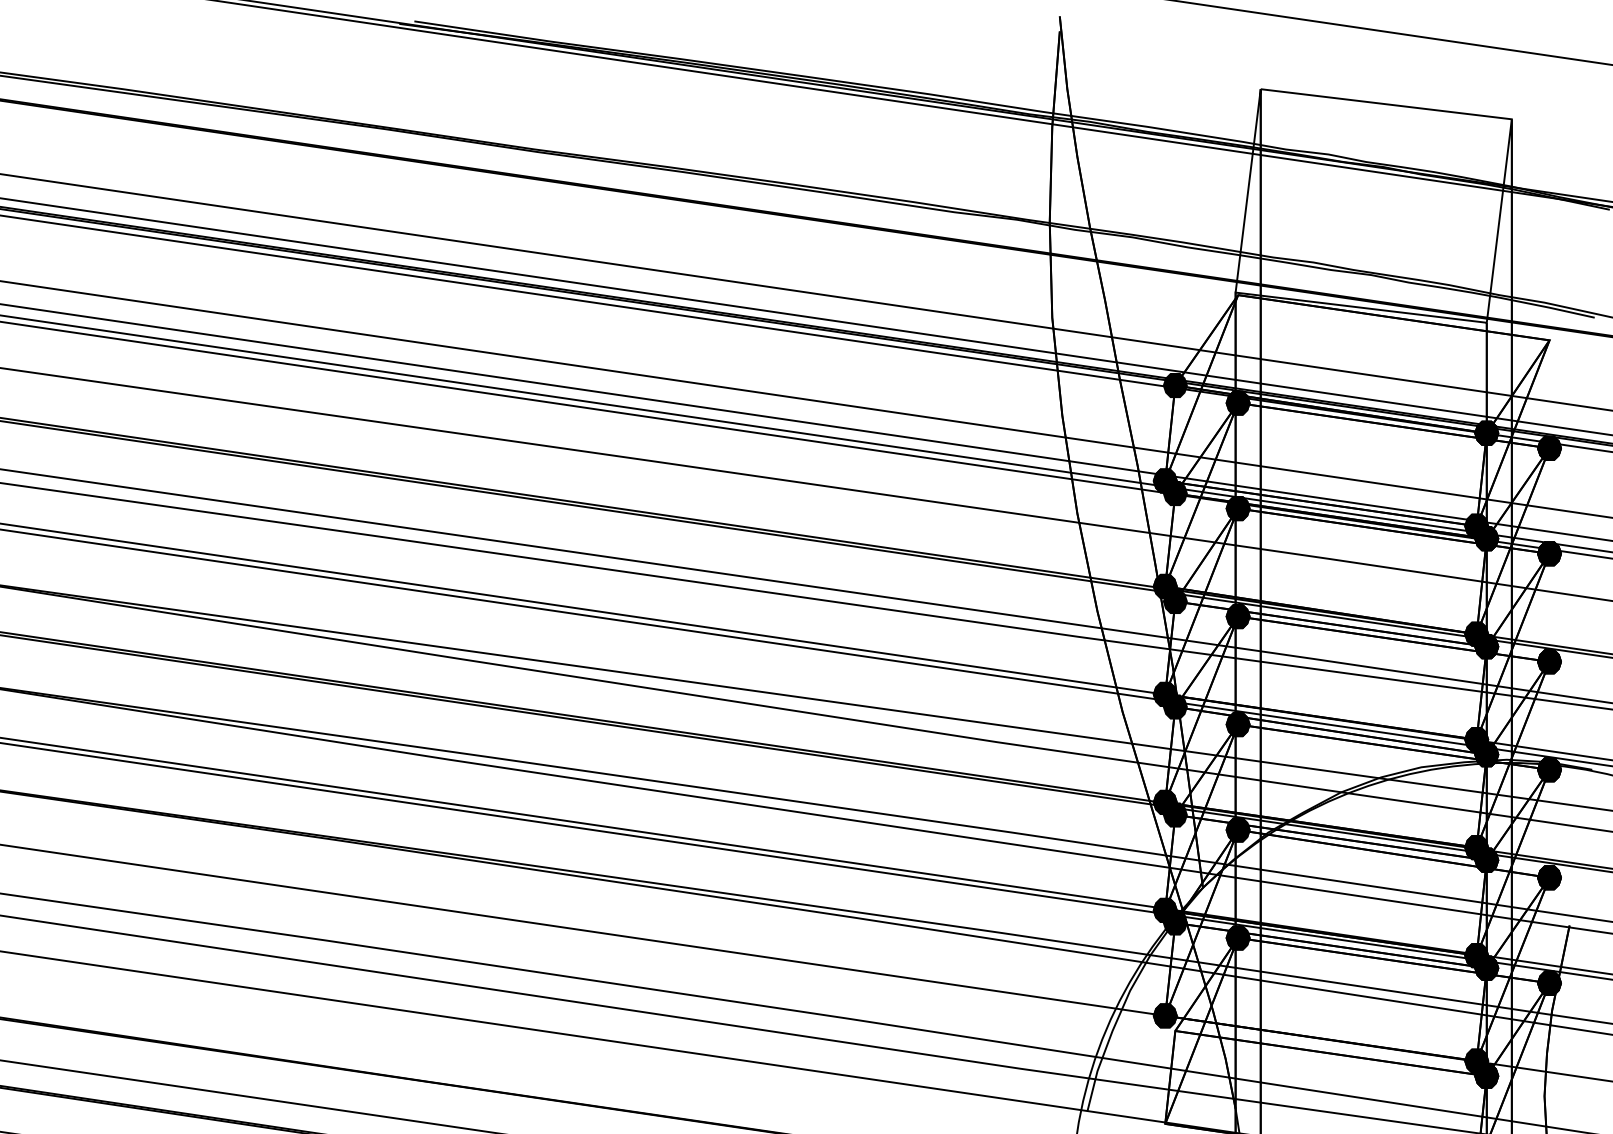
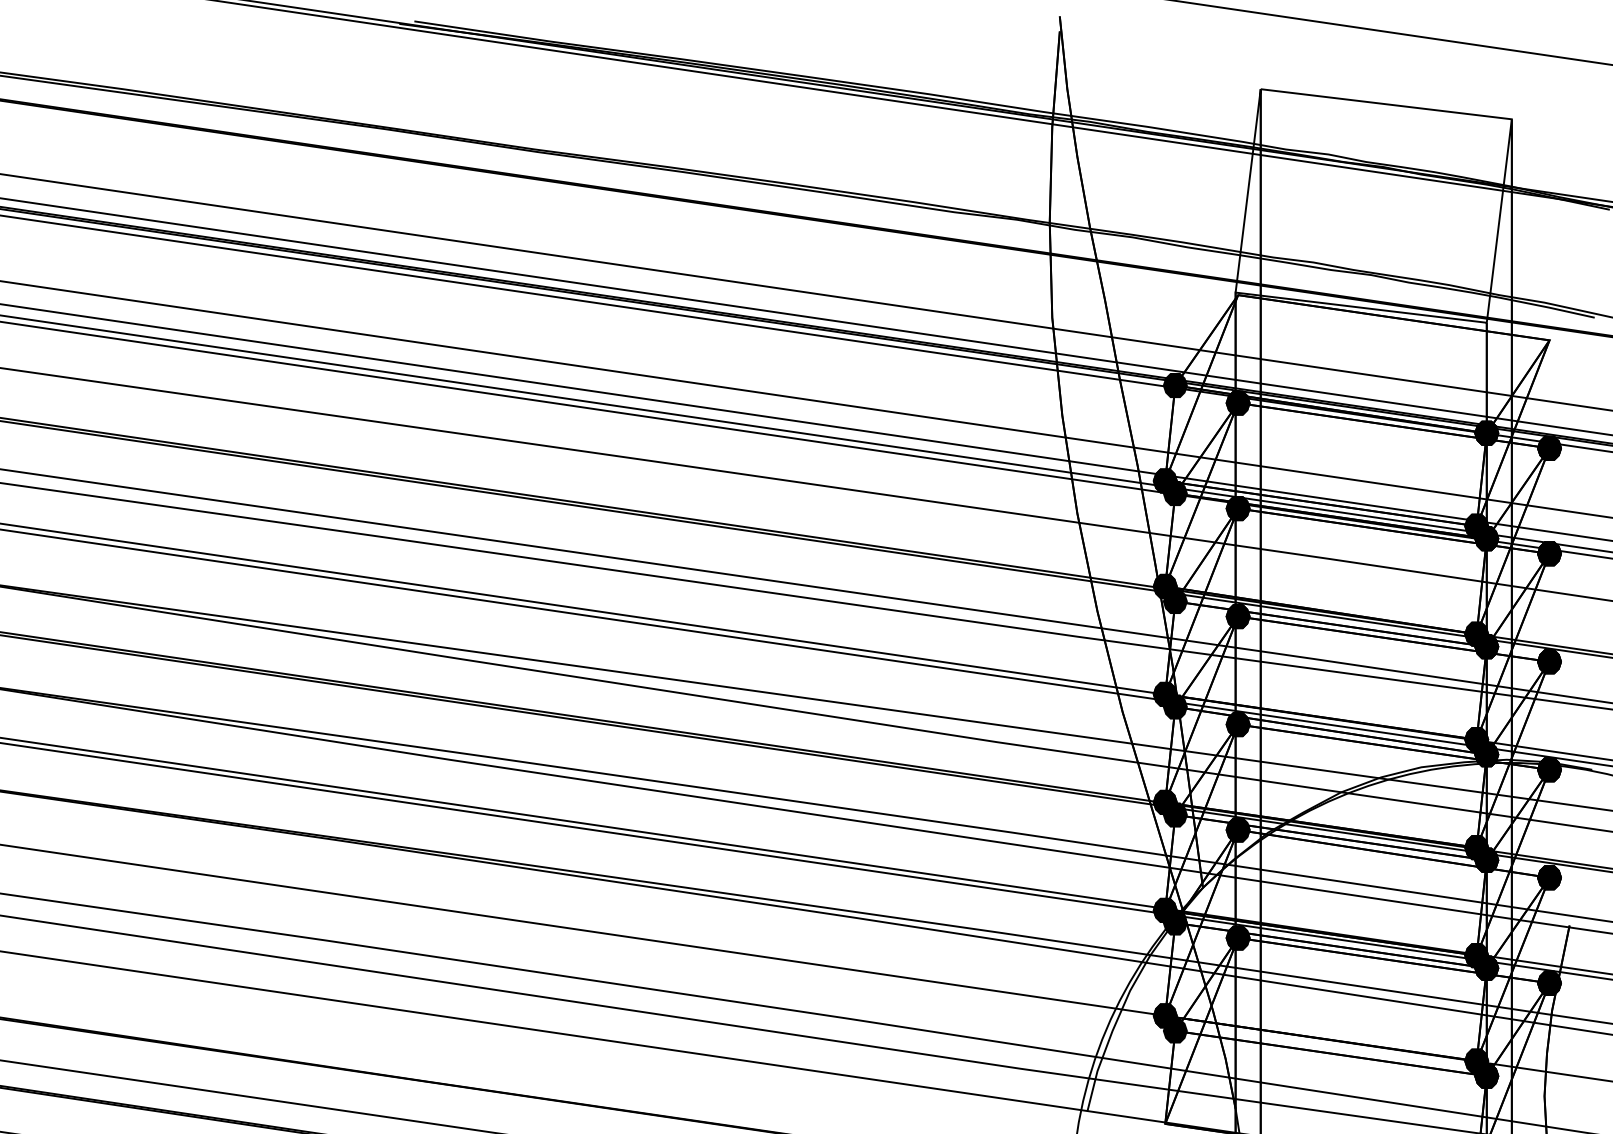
fill at (1174, 1030): none -> present
